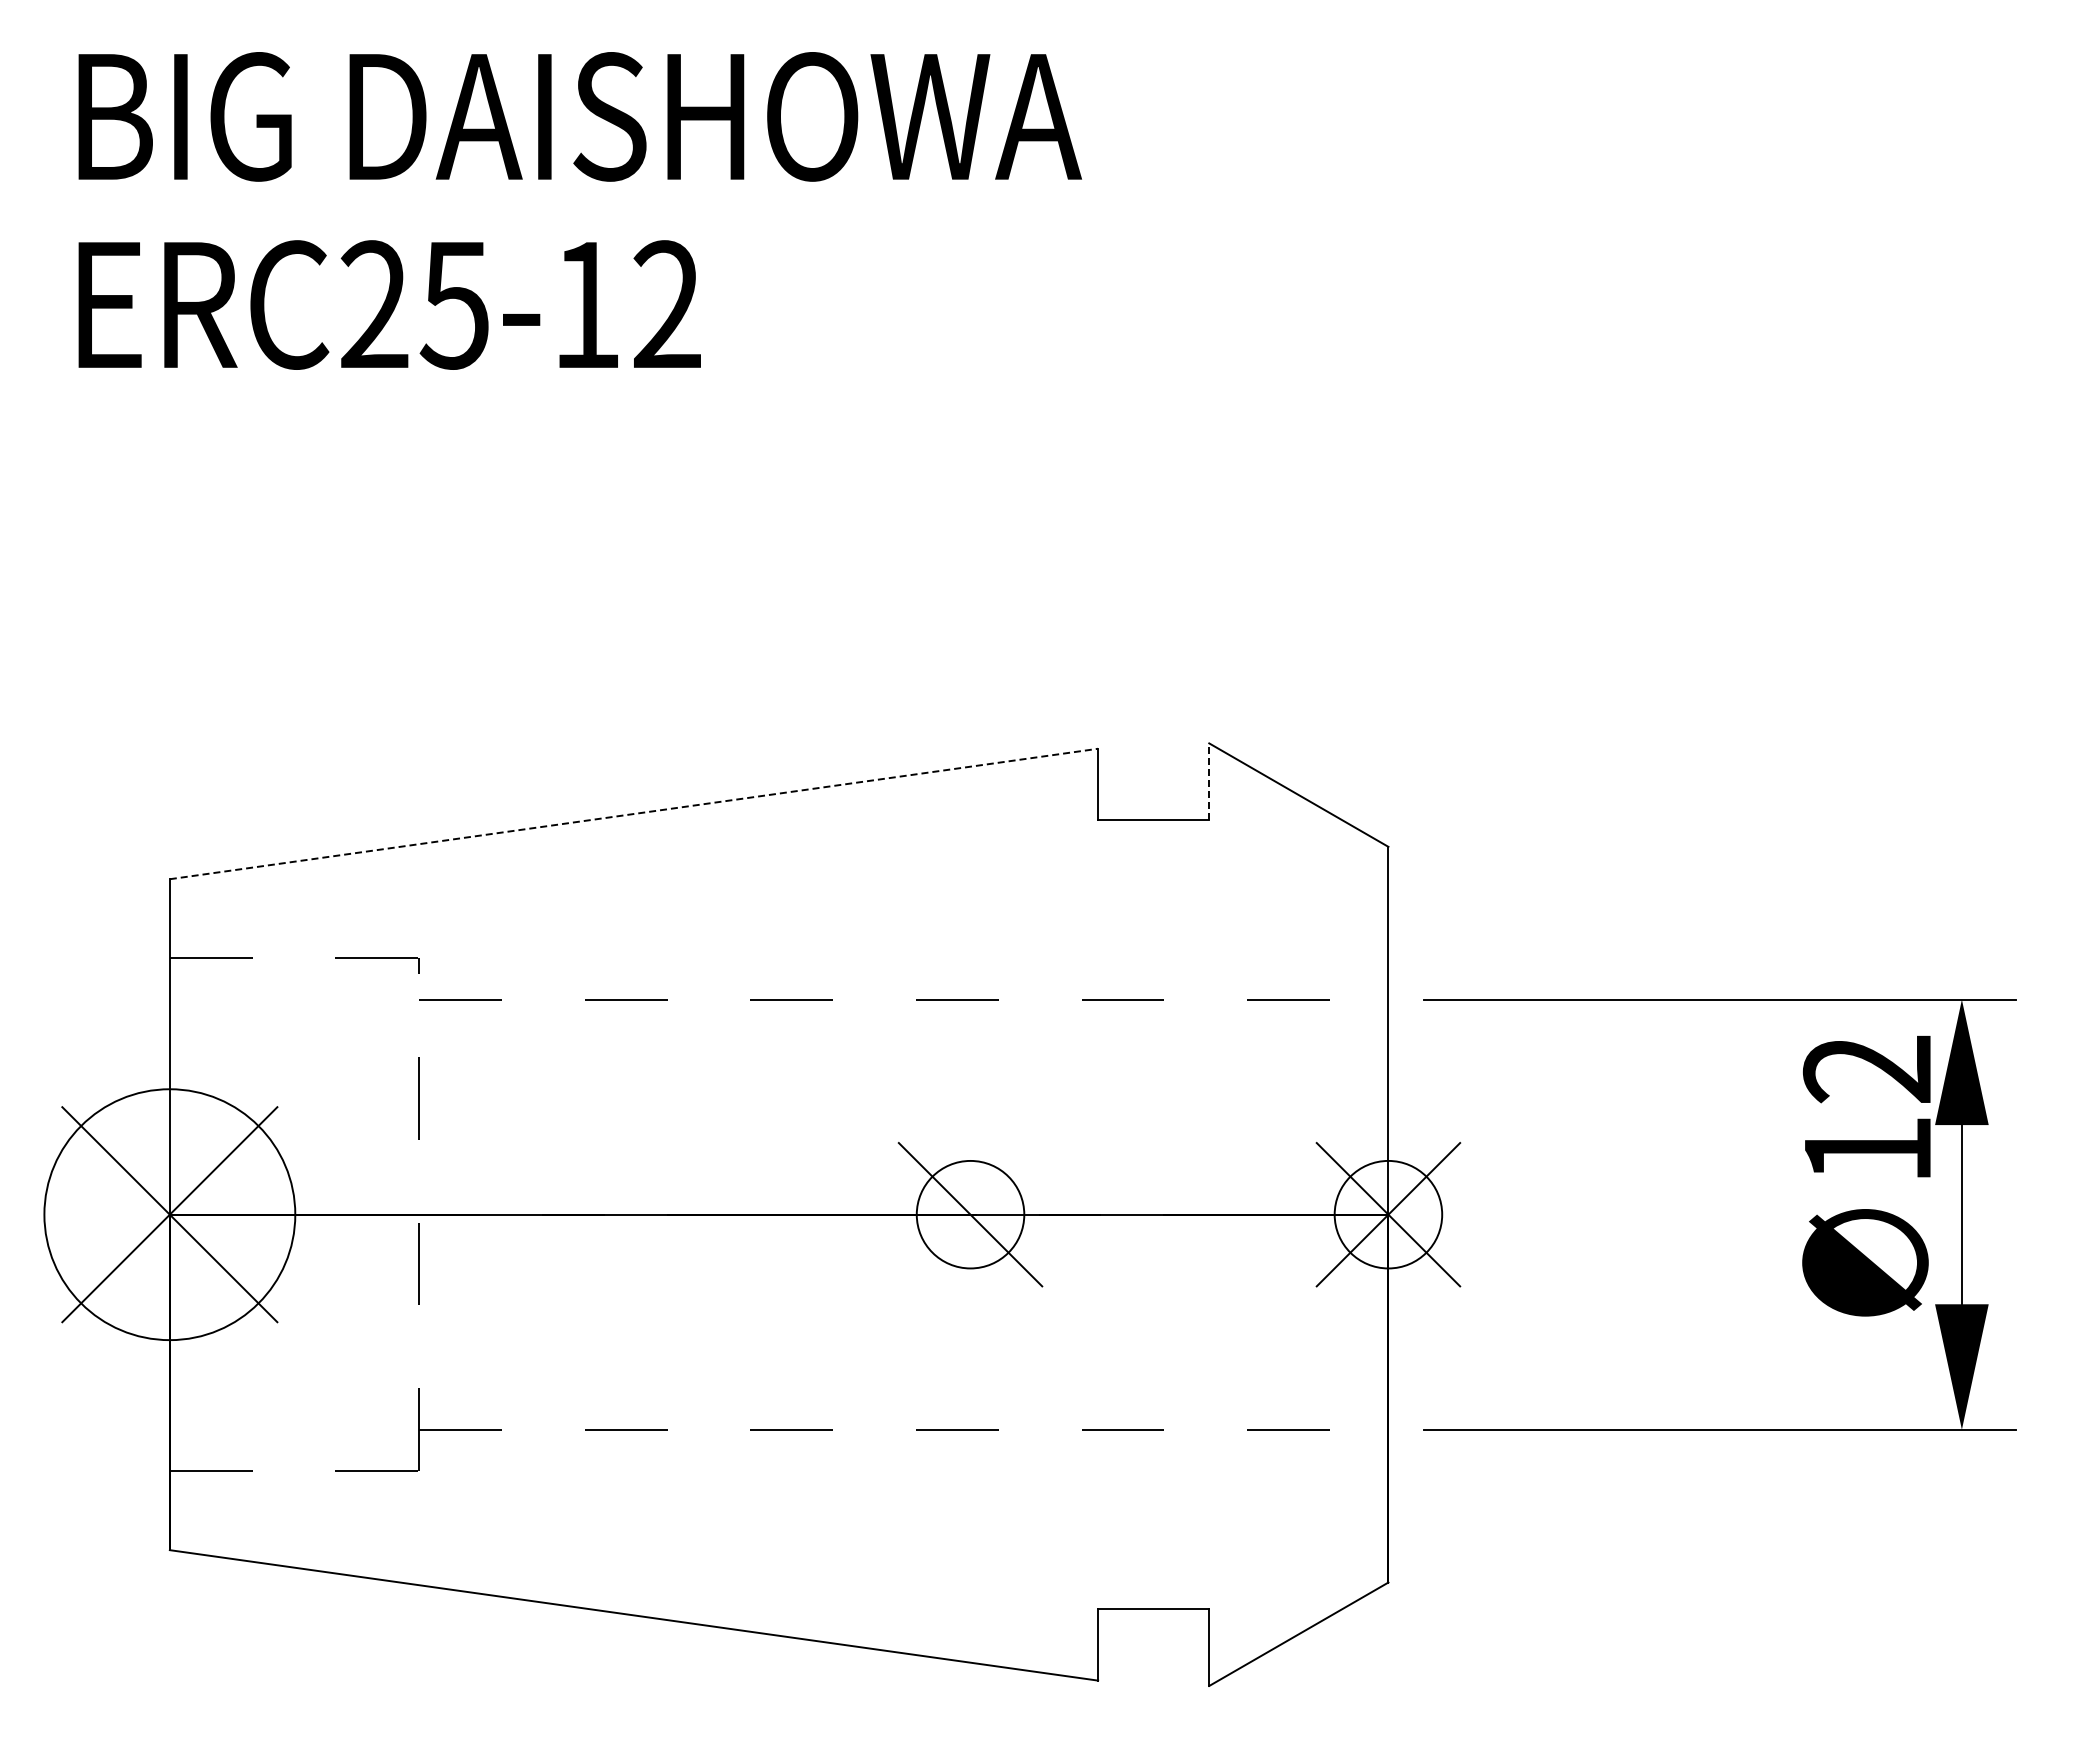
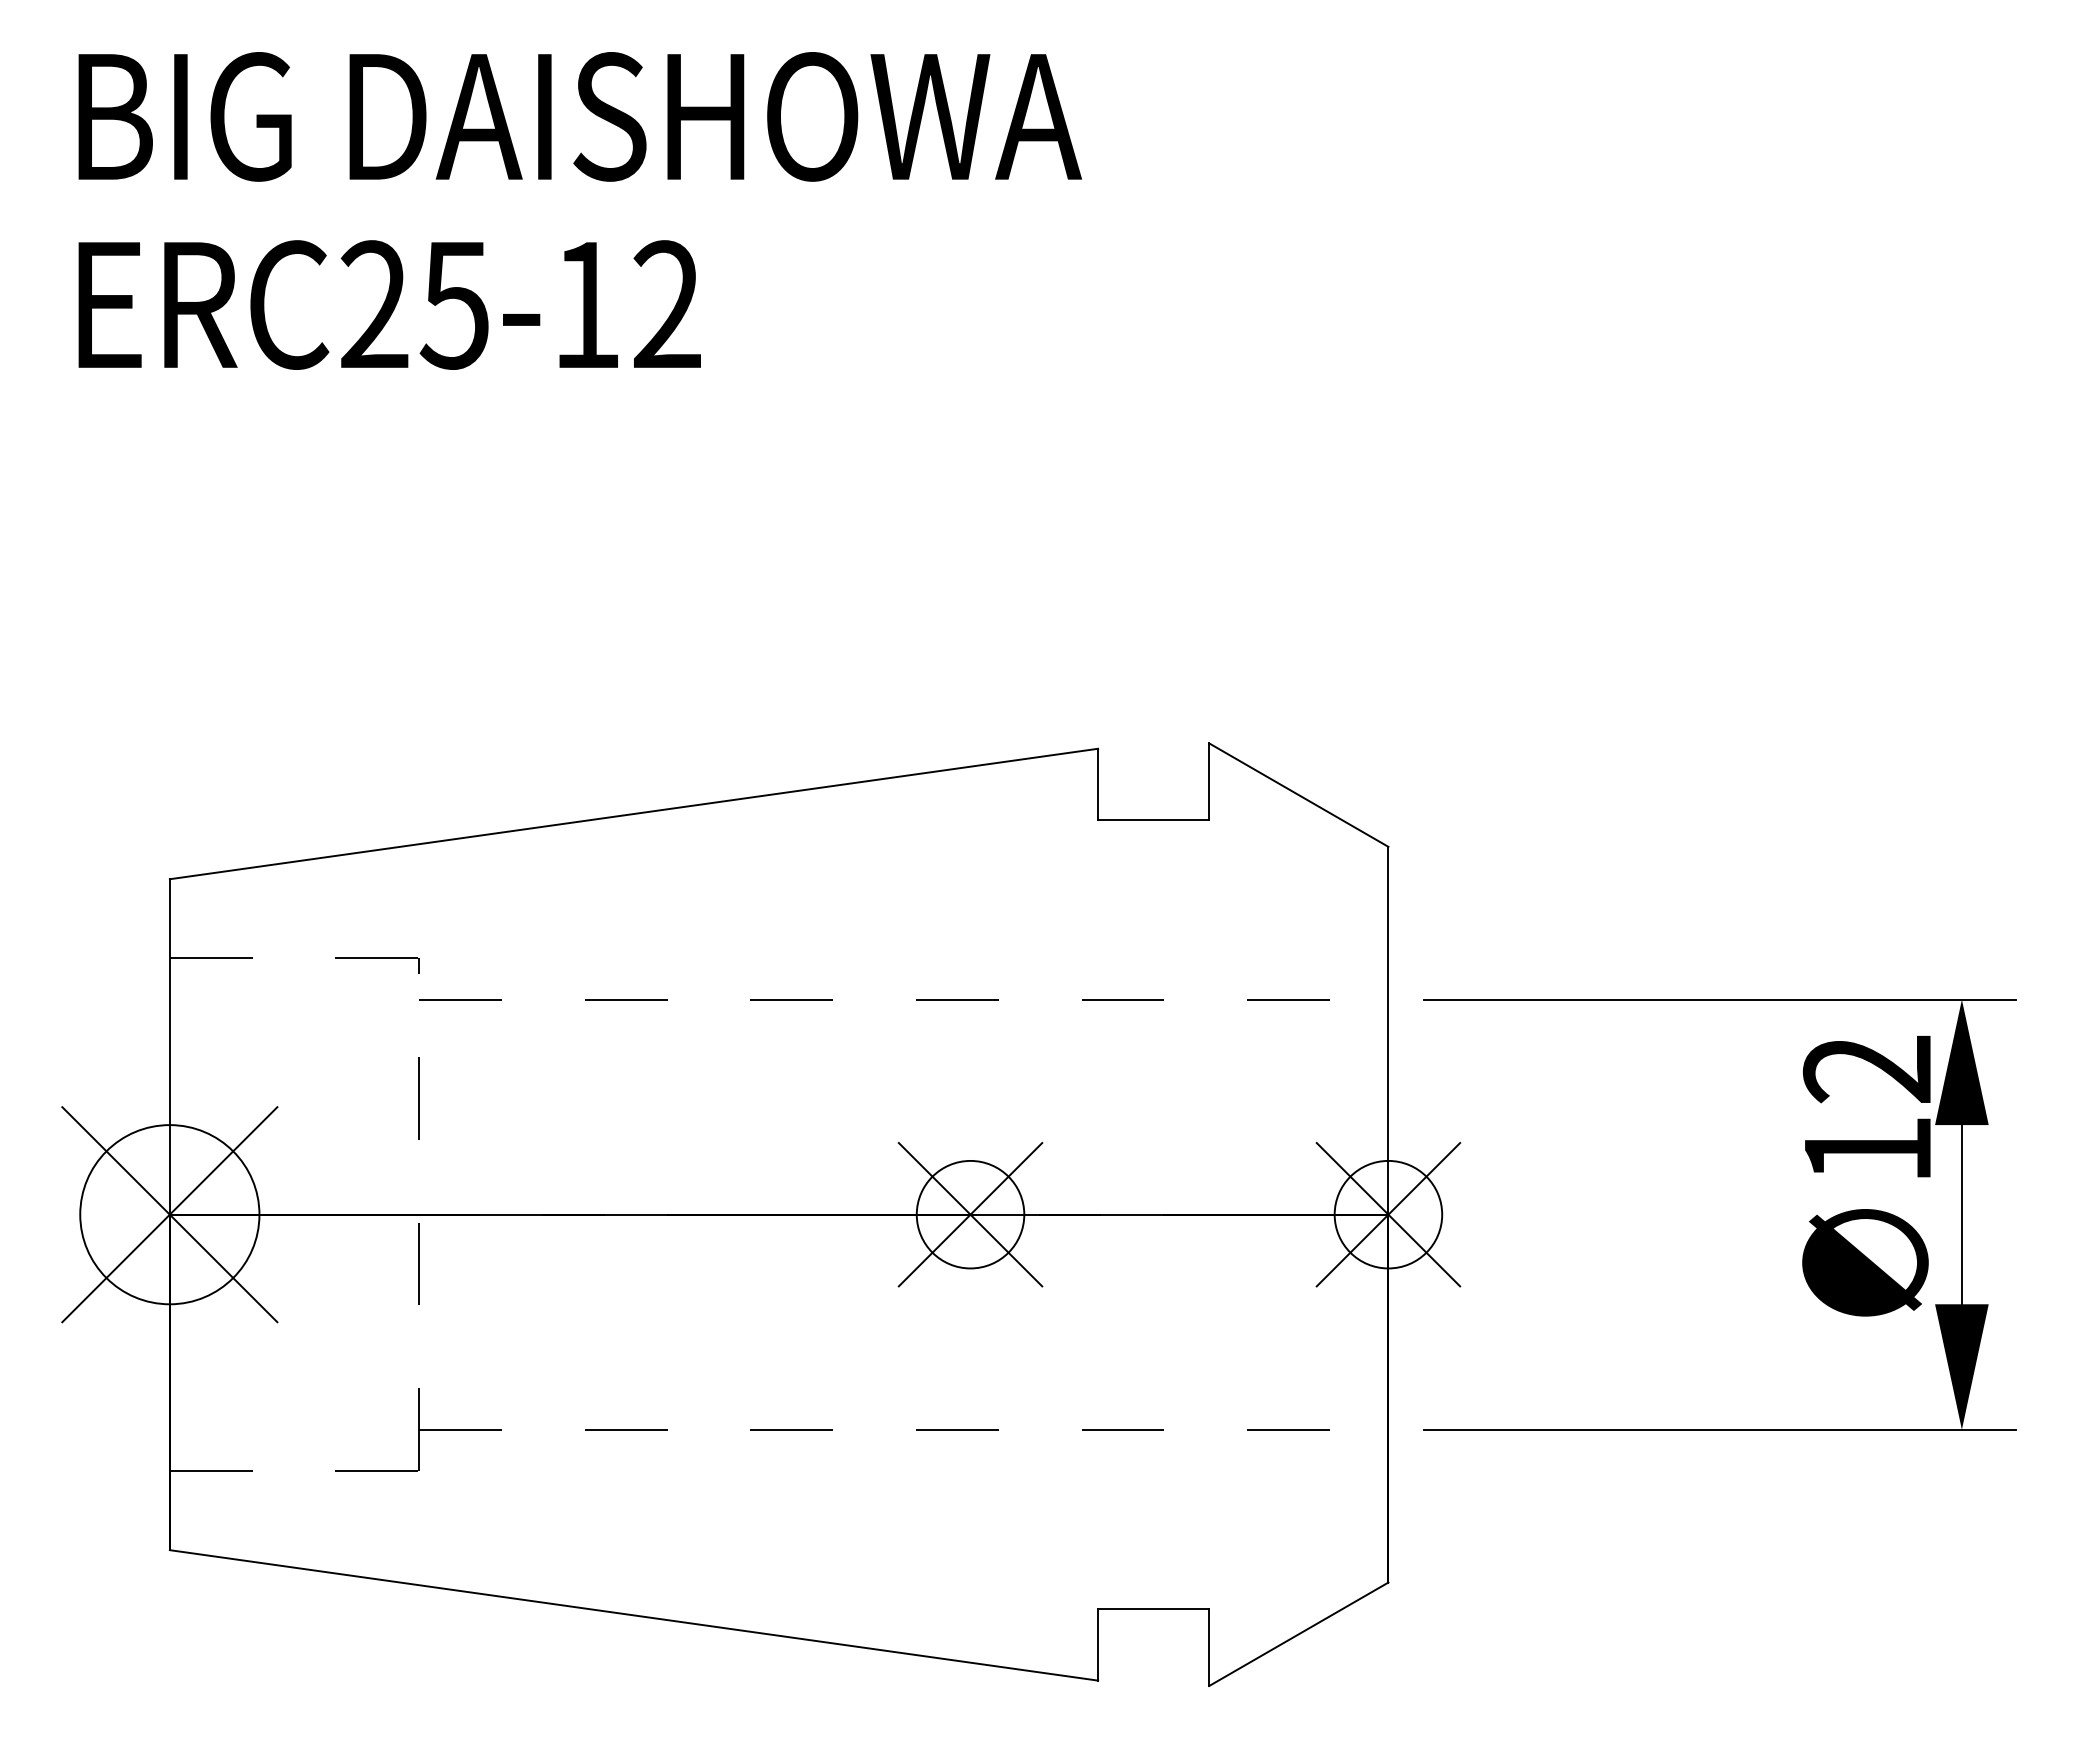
line at (1209, 781): dashed -> solid
line at (633, 813): dashed -> solid
circle at (169, 1214) diameter: 251 px -> 179 px
line at (970, 1214): none -> present
